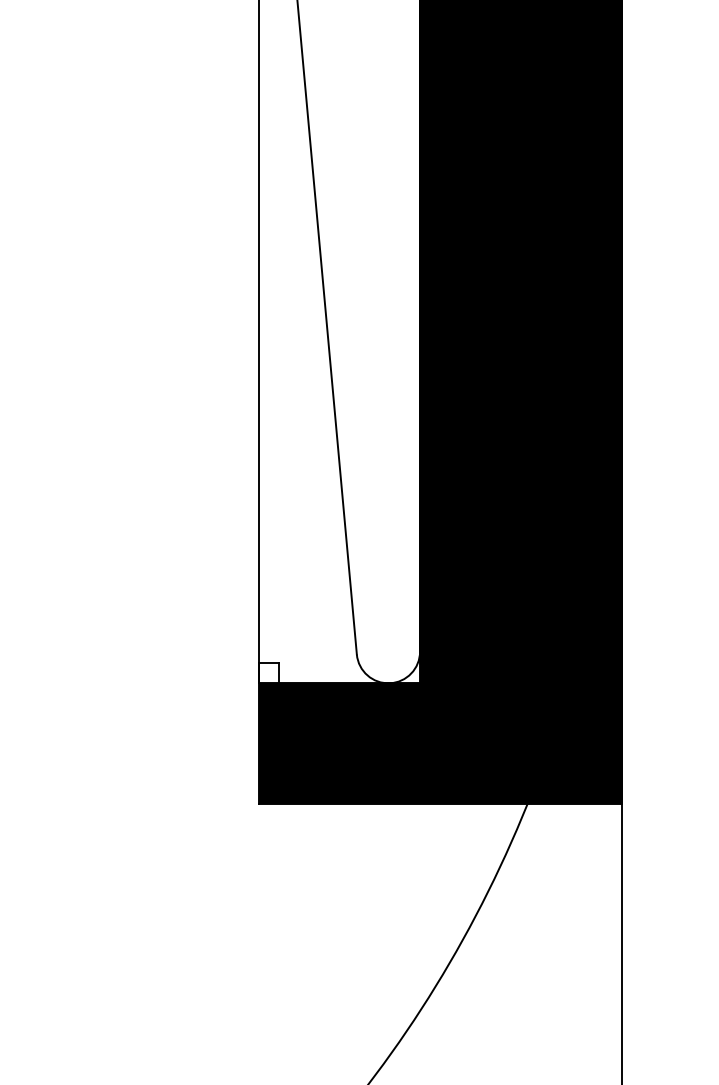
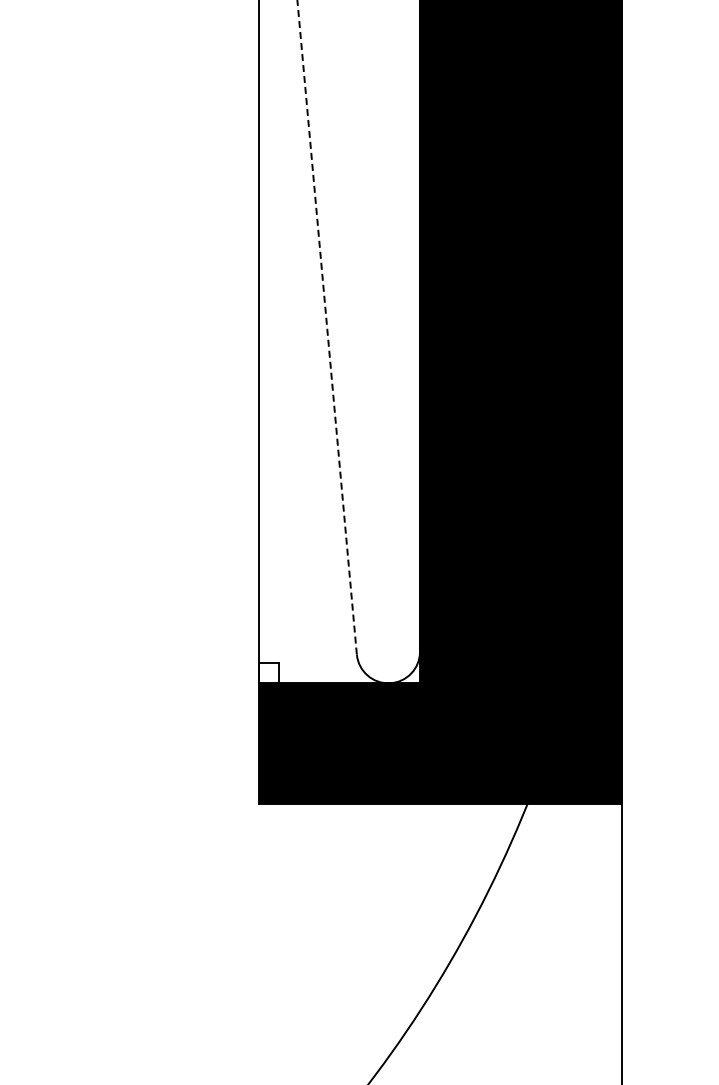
line at (327, 327): solid -> dashed
